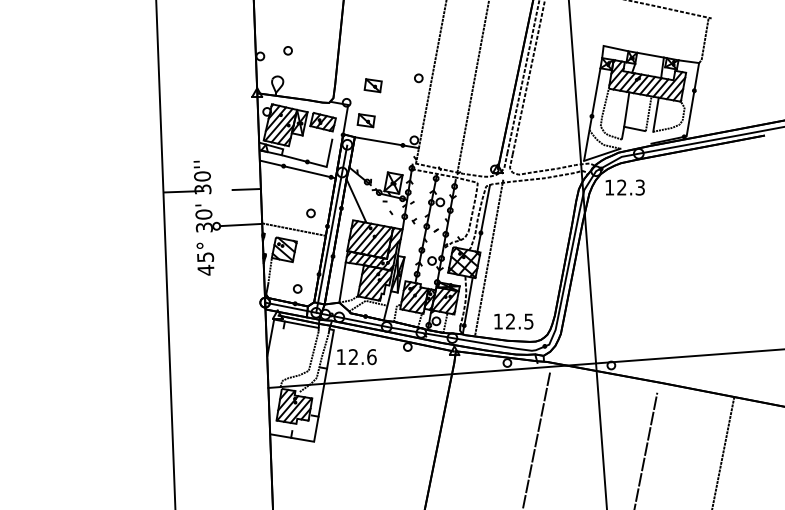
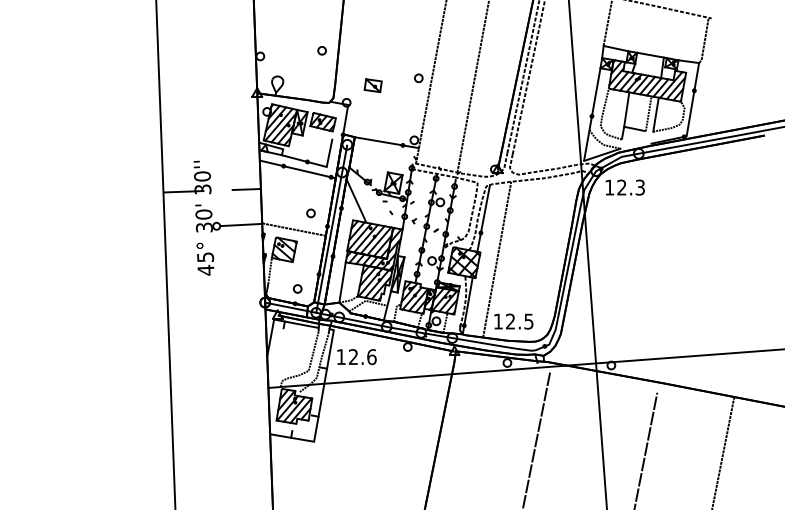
line at (607, 23): none -> present
part at (287, 50) position: (287, 50) -> (321, 50)
part at (365, 120): present -> none
line at (489, 257) position: (489, 257) -> (497, 259)
